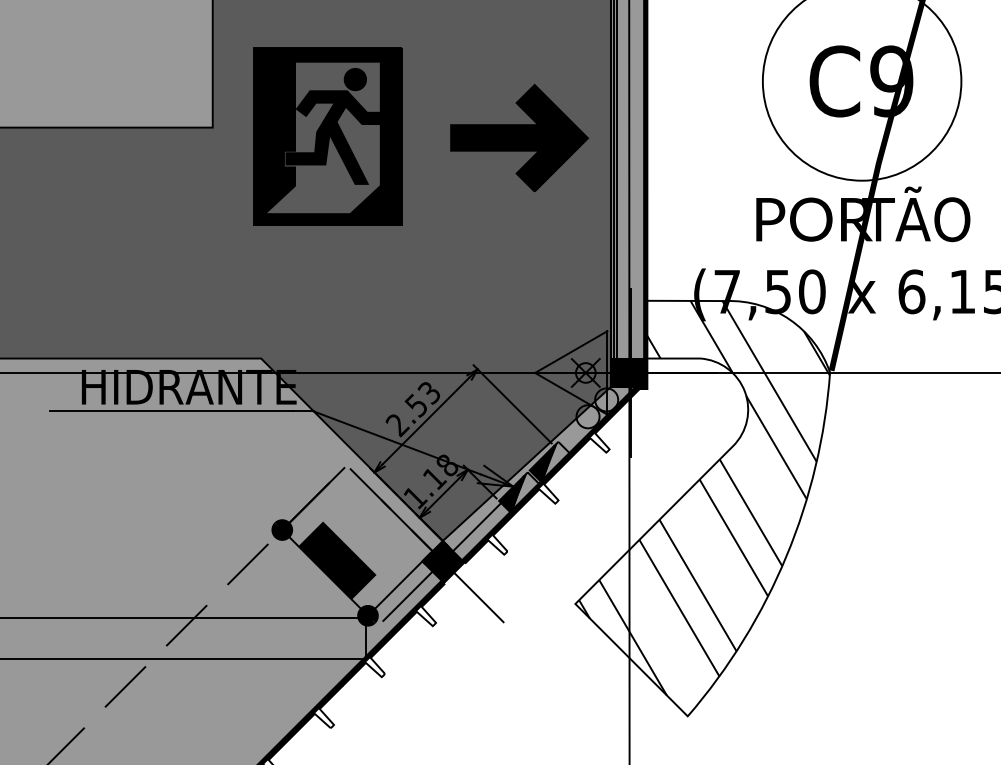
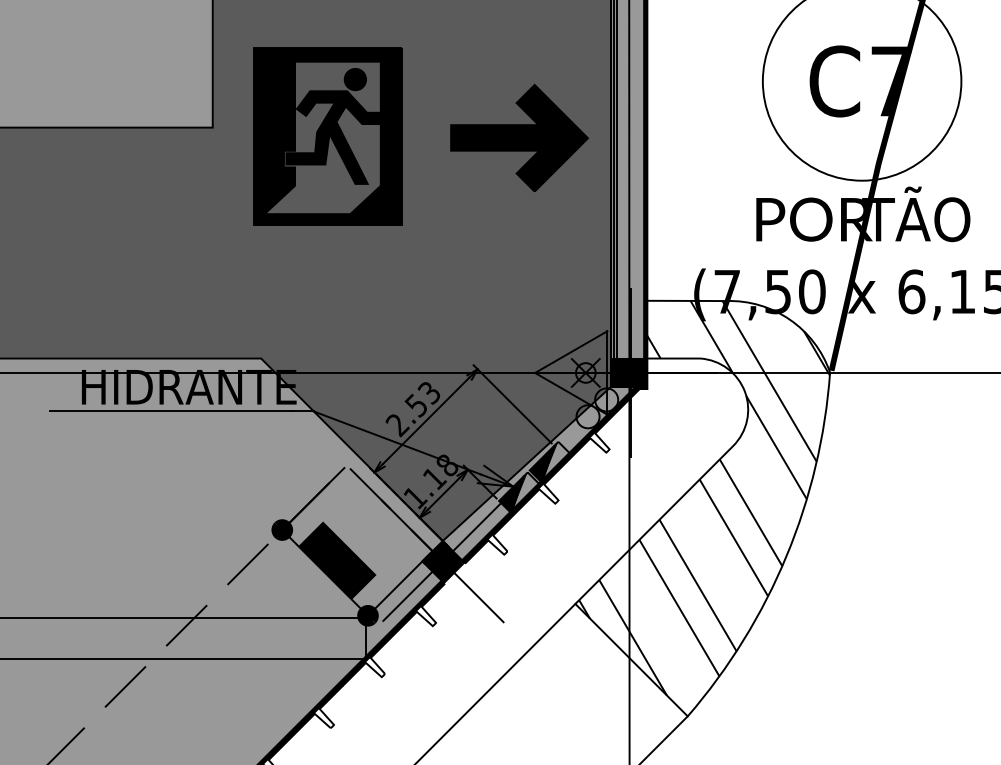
text at (891, 81): C9 -> C7
line at (496, 682): none -> present
line at (664, 738): none -> present
